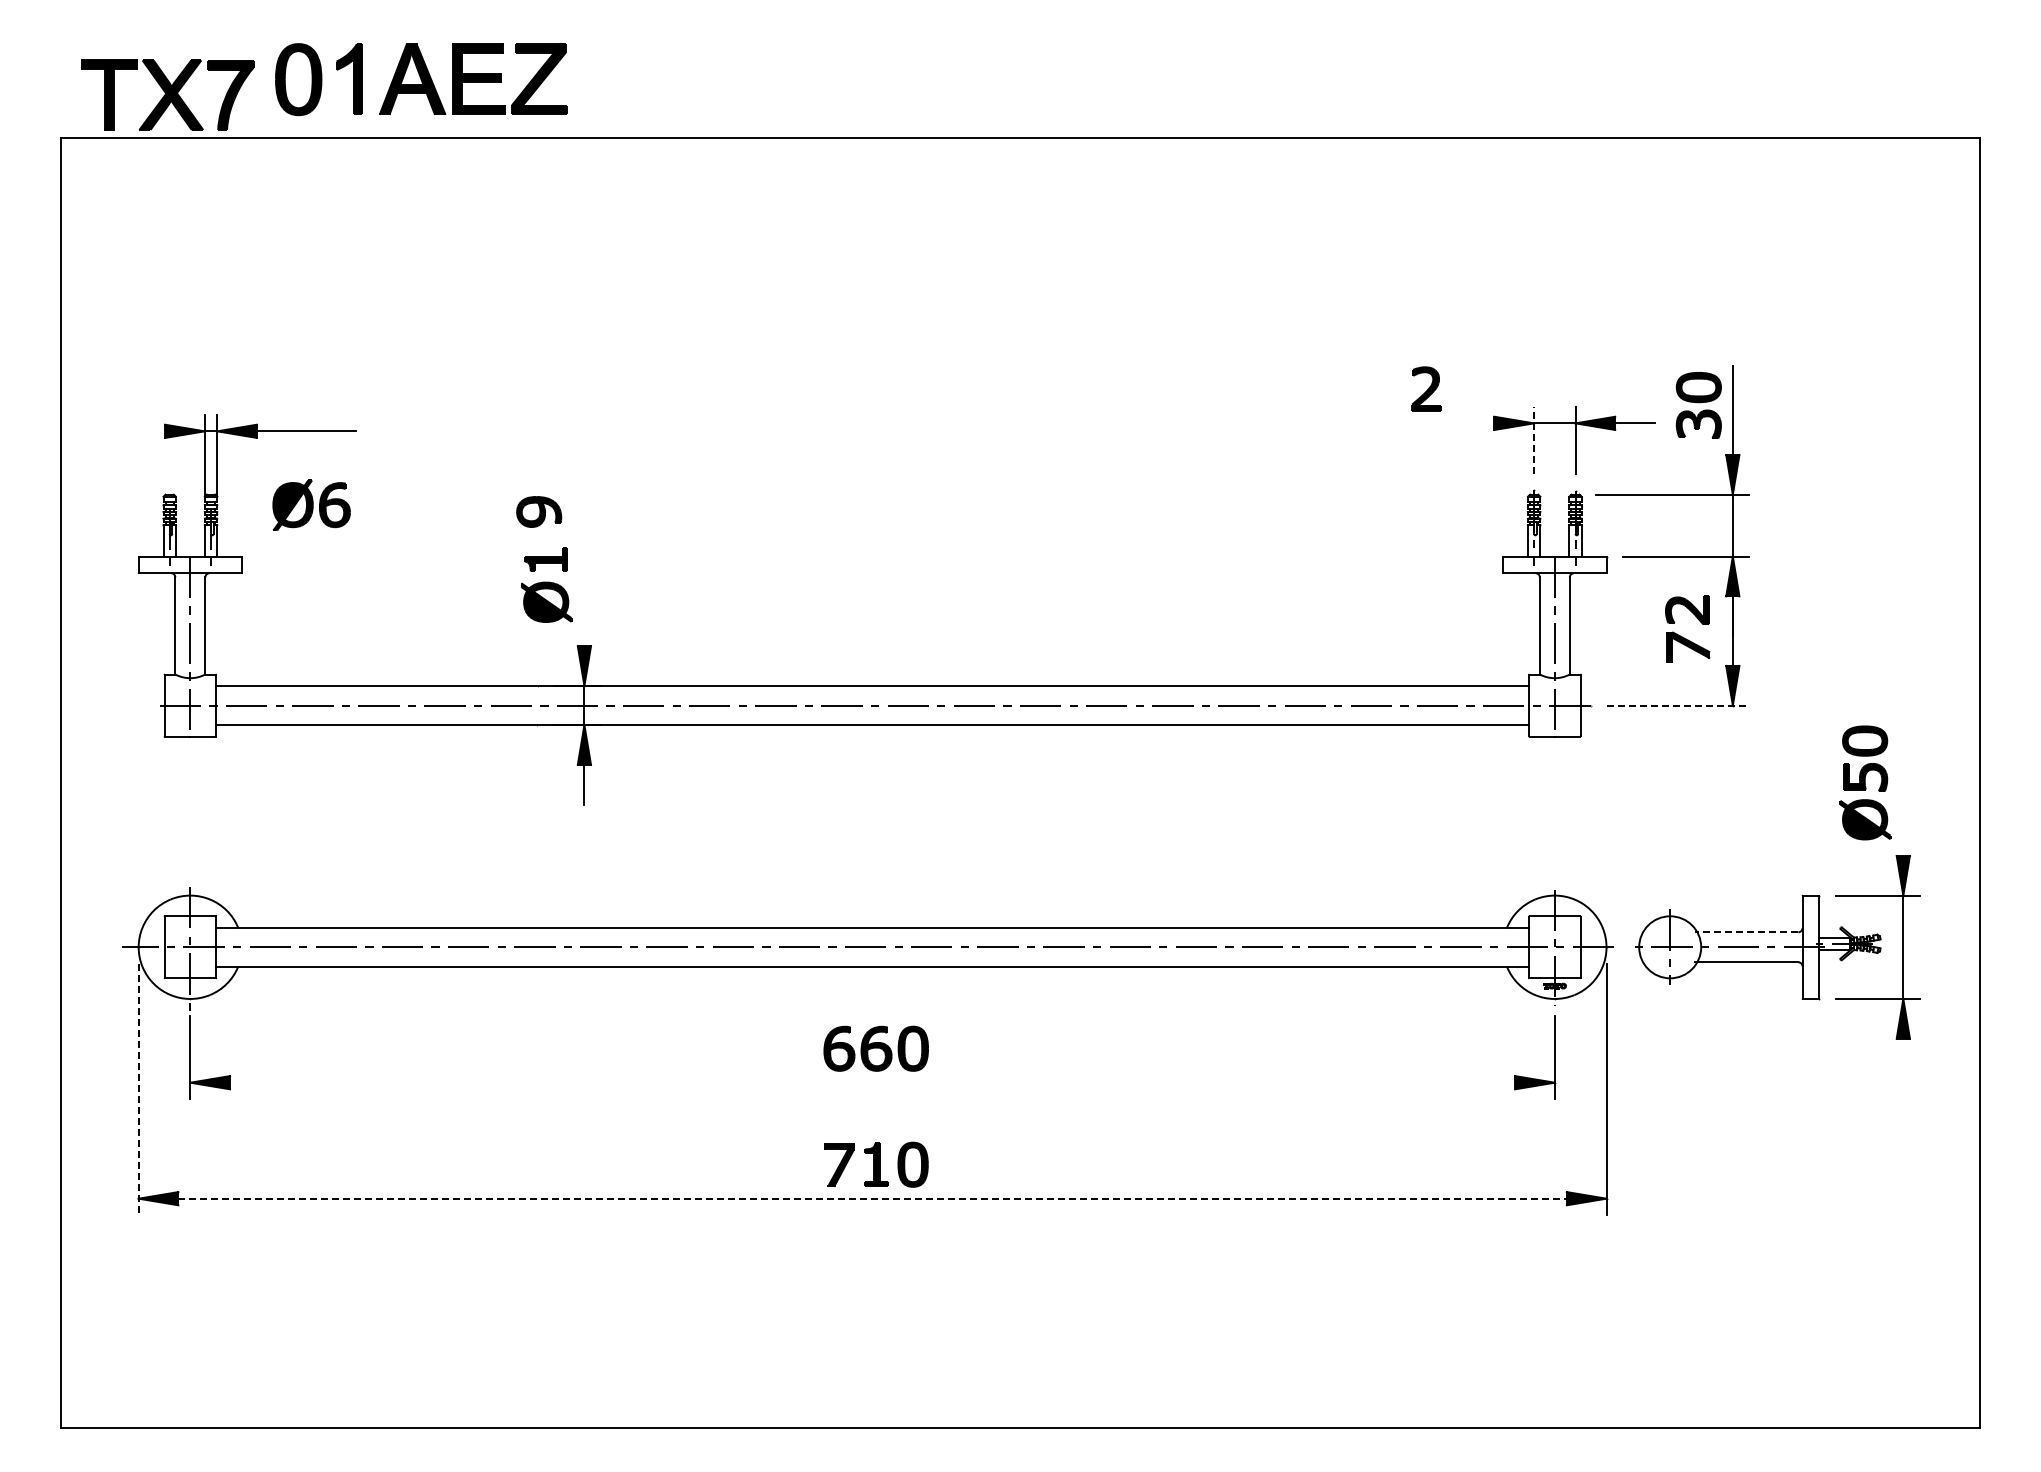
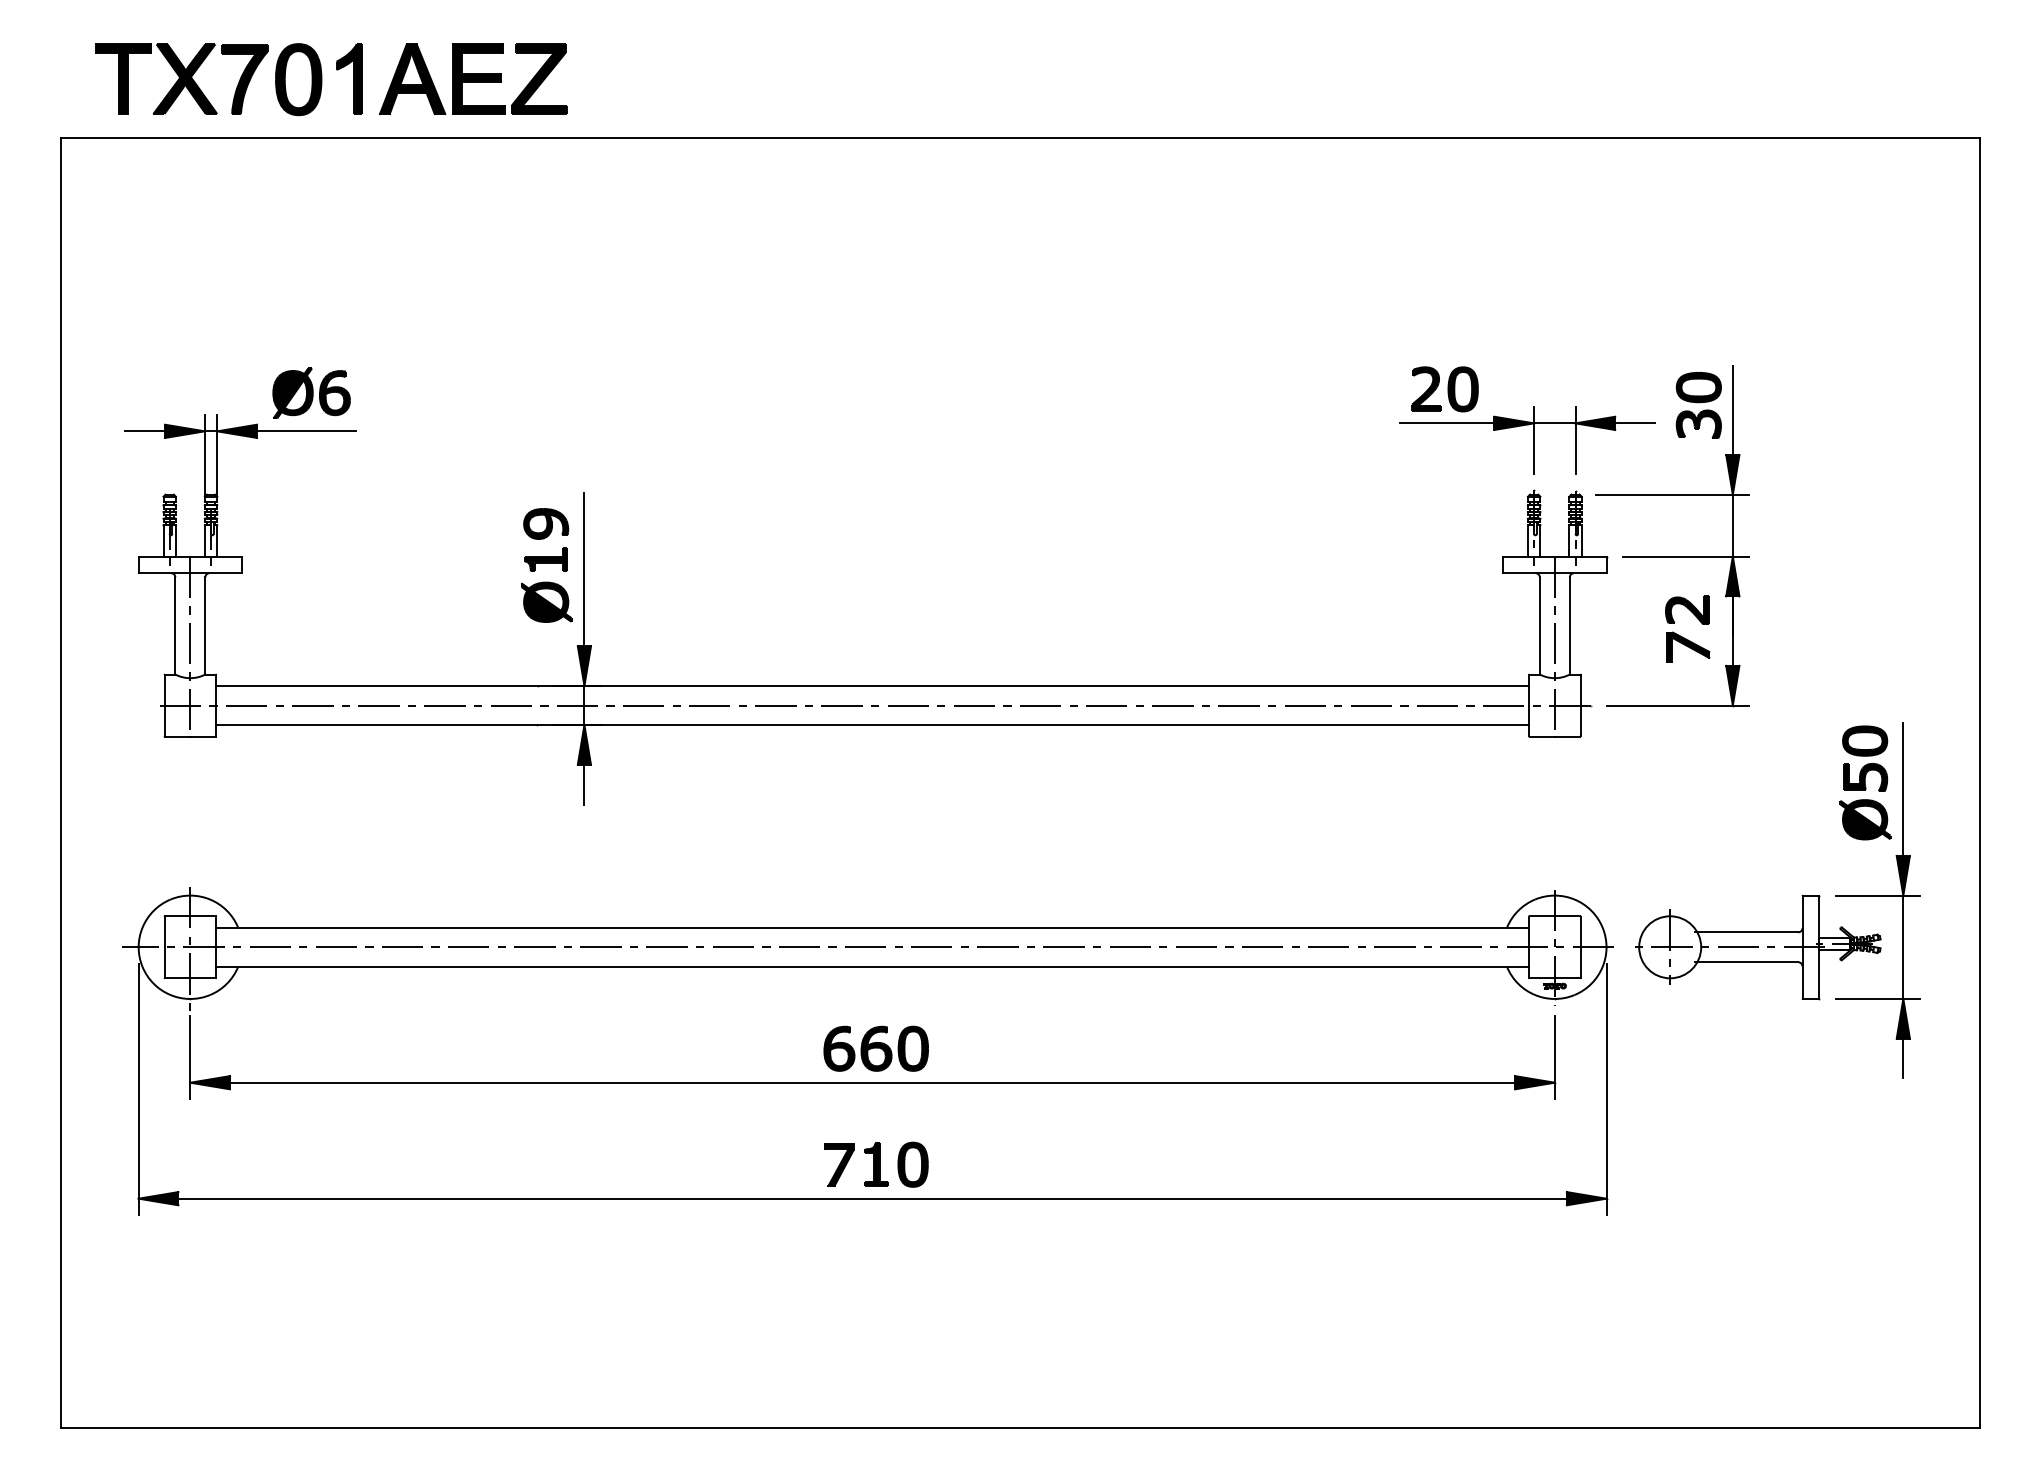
part at (167, 94) position: (167, 94) -> (181, 78)
part at (1462, 389): none -> present
line at (1447, 423): none -> present
line at (145, 431): none -> present
line at (1534, 440): dashed -> solid
part at (311, 504) position: (311, 504) -> (311, 392)
part at (539, 511) position: (539, 511) -> (546, 523)
line at (584, 569): none -> present
line at (1678, 705): dashed -> solid
line at (1903, 788): none -> present
line at (1746, 932): dashed -> solid
line at (1903, 1058): none -> present
line at (872, 1082): none -> present
line at (138, 1089): dashed -> solid
line at (873, 1198): dashed -> solid
